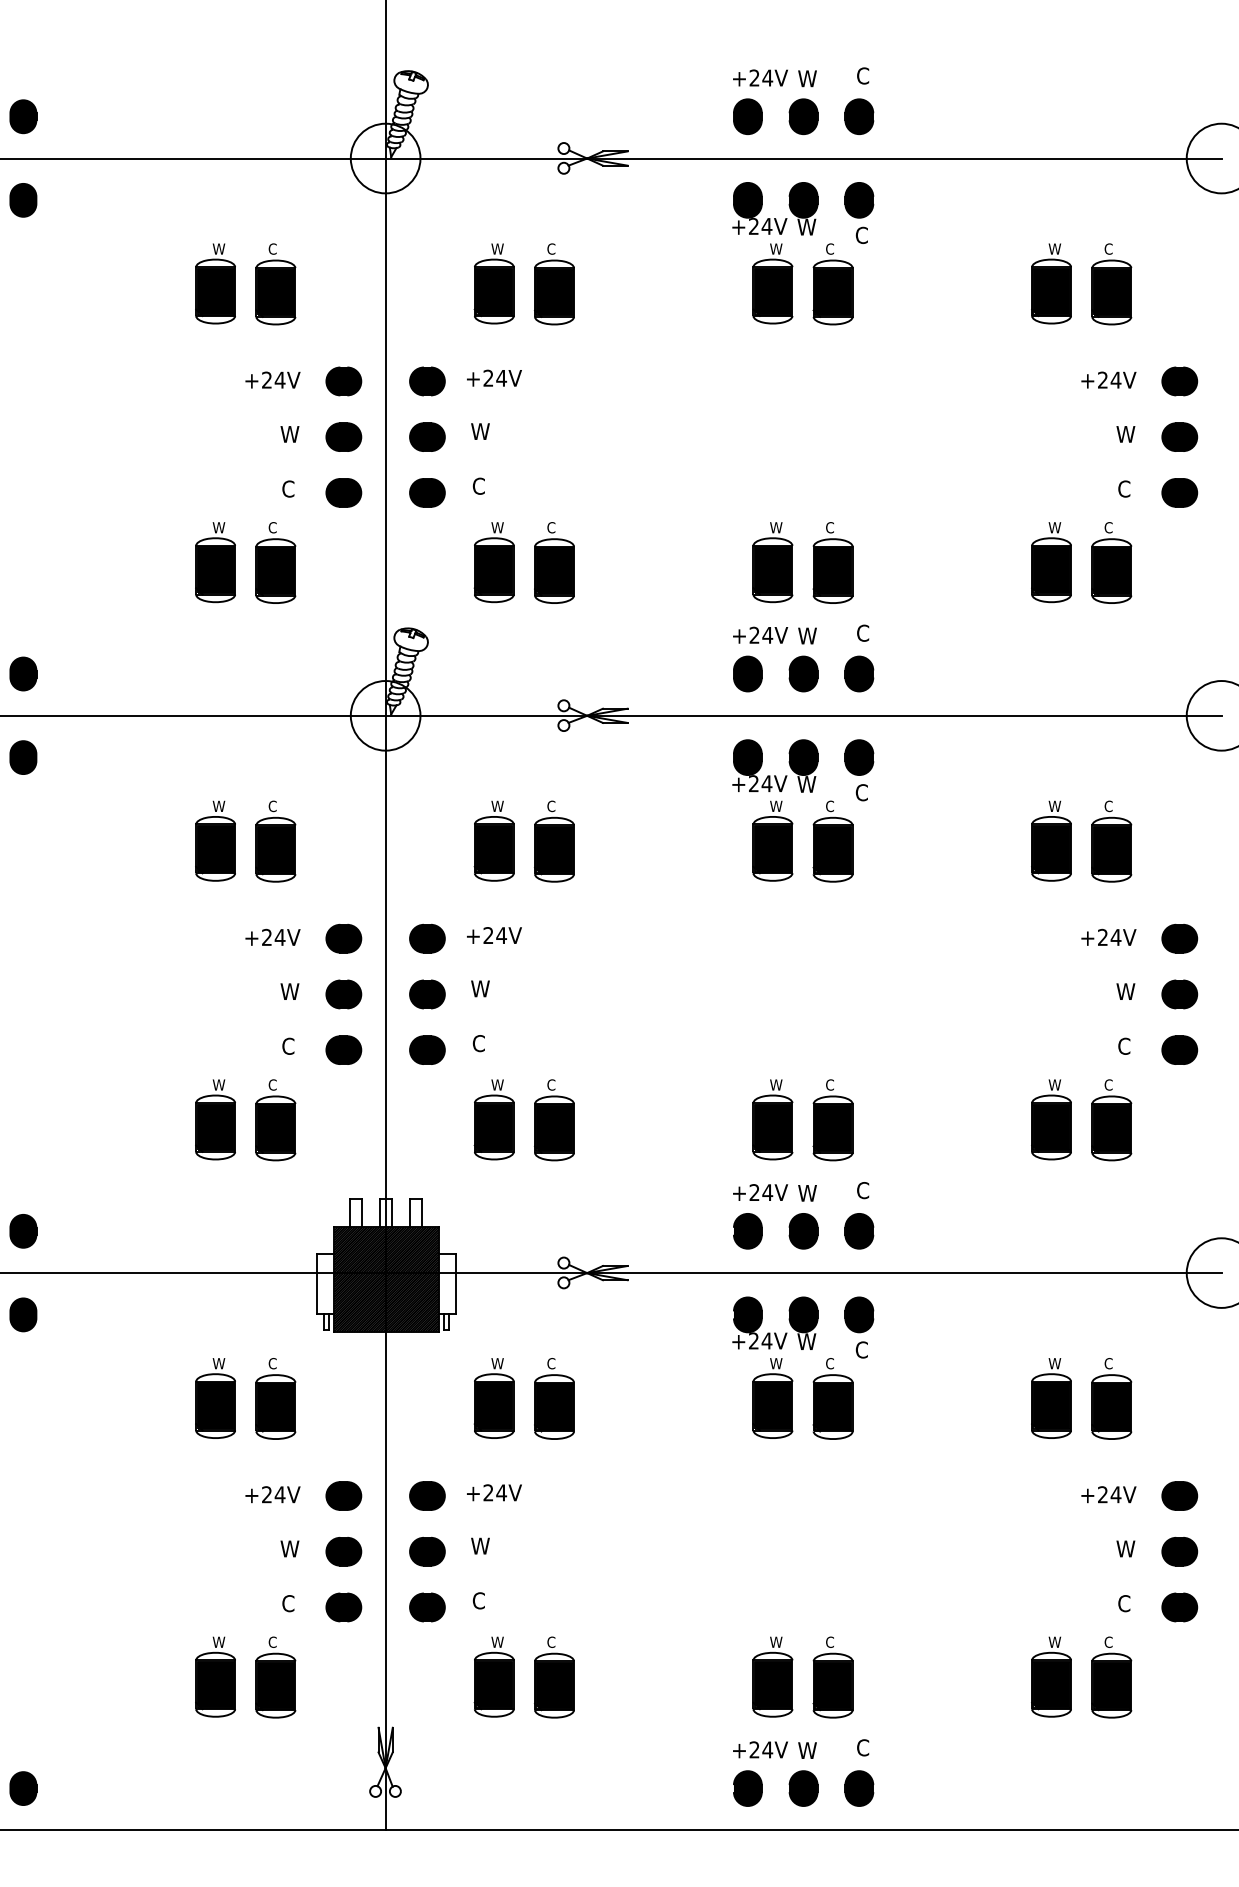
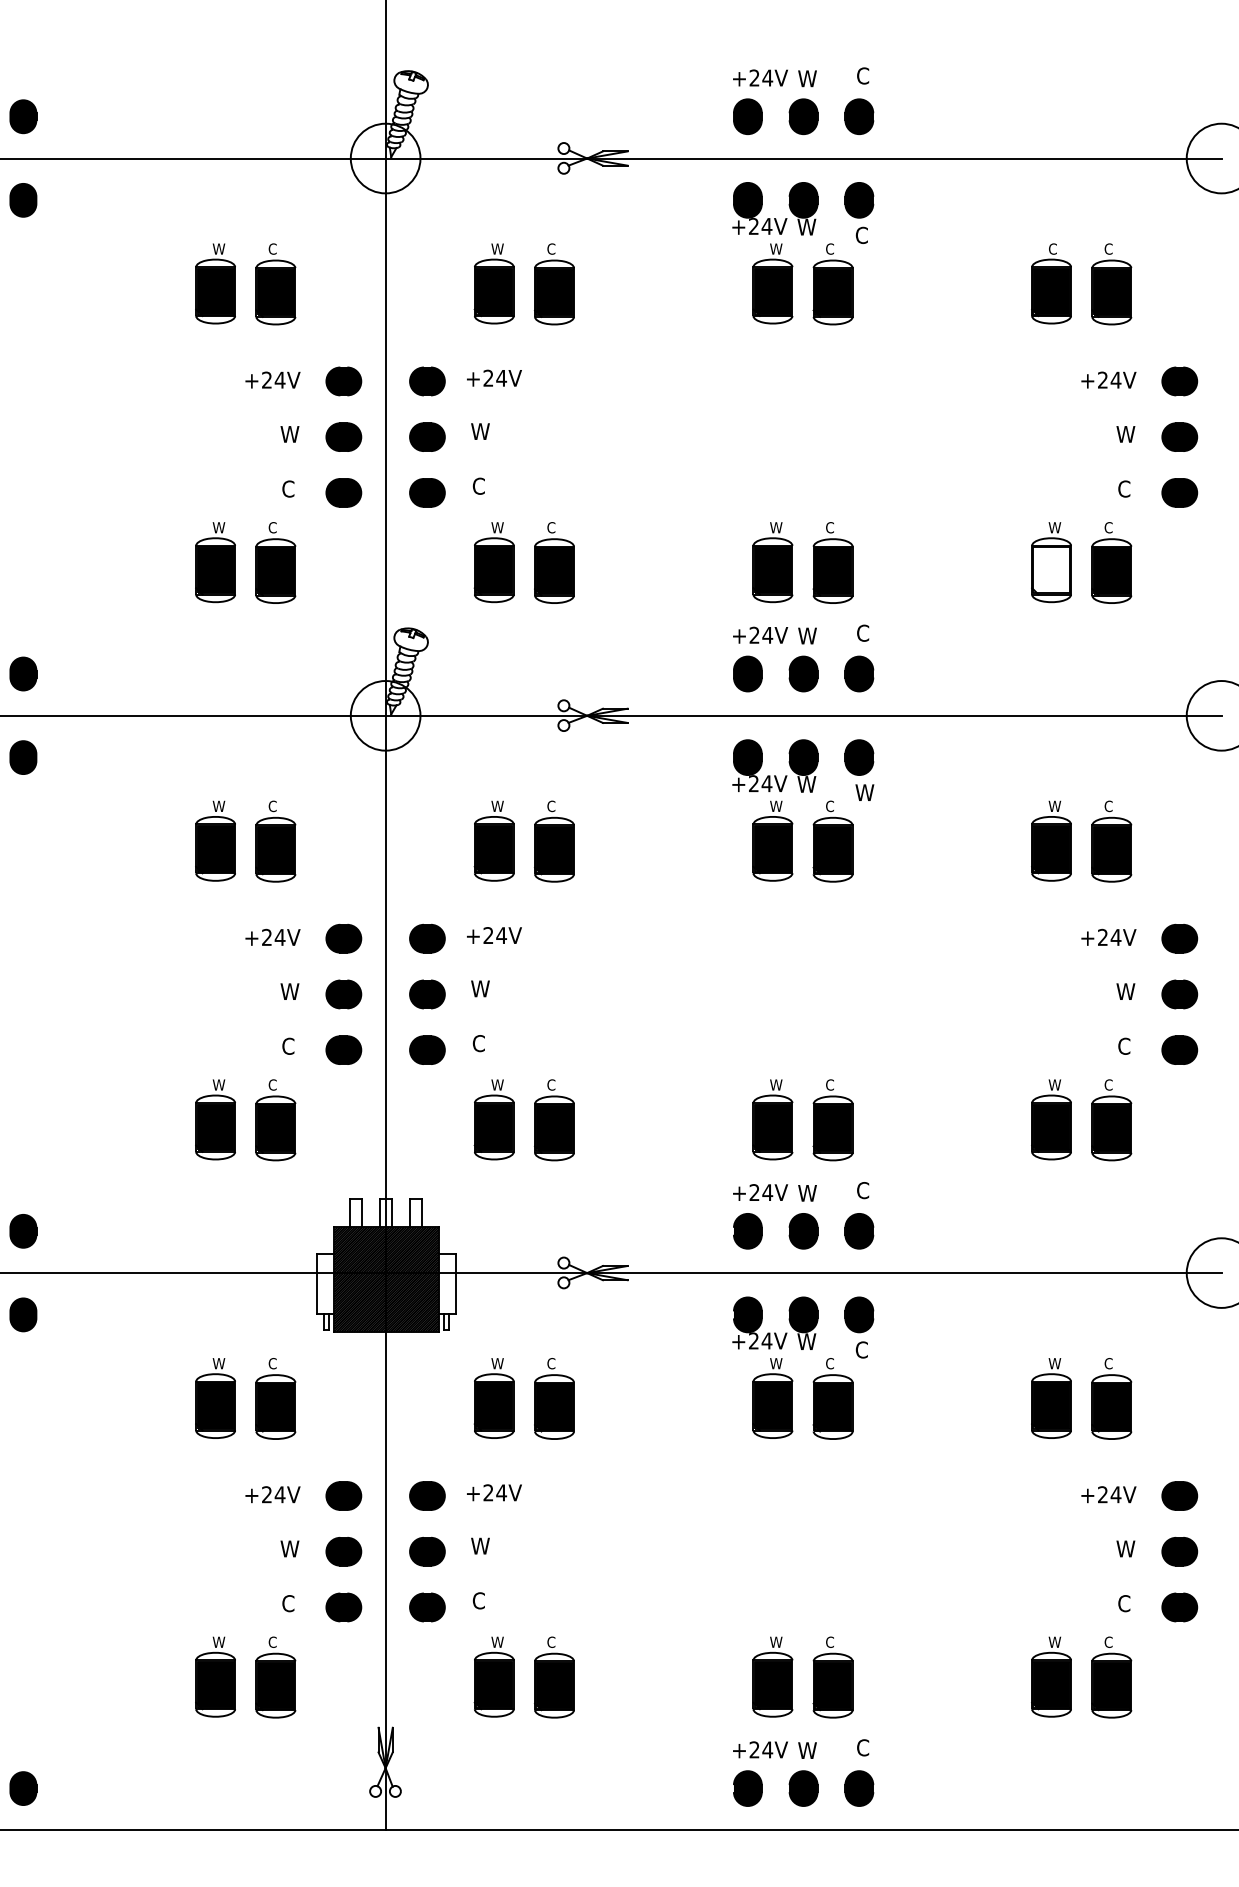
text at (1054, 248): W -> C
fill at (1051, 570): present -> none
text at (864, 792): C -> W
